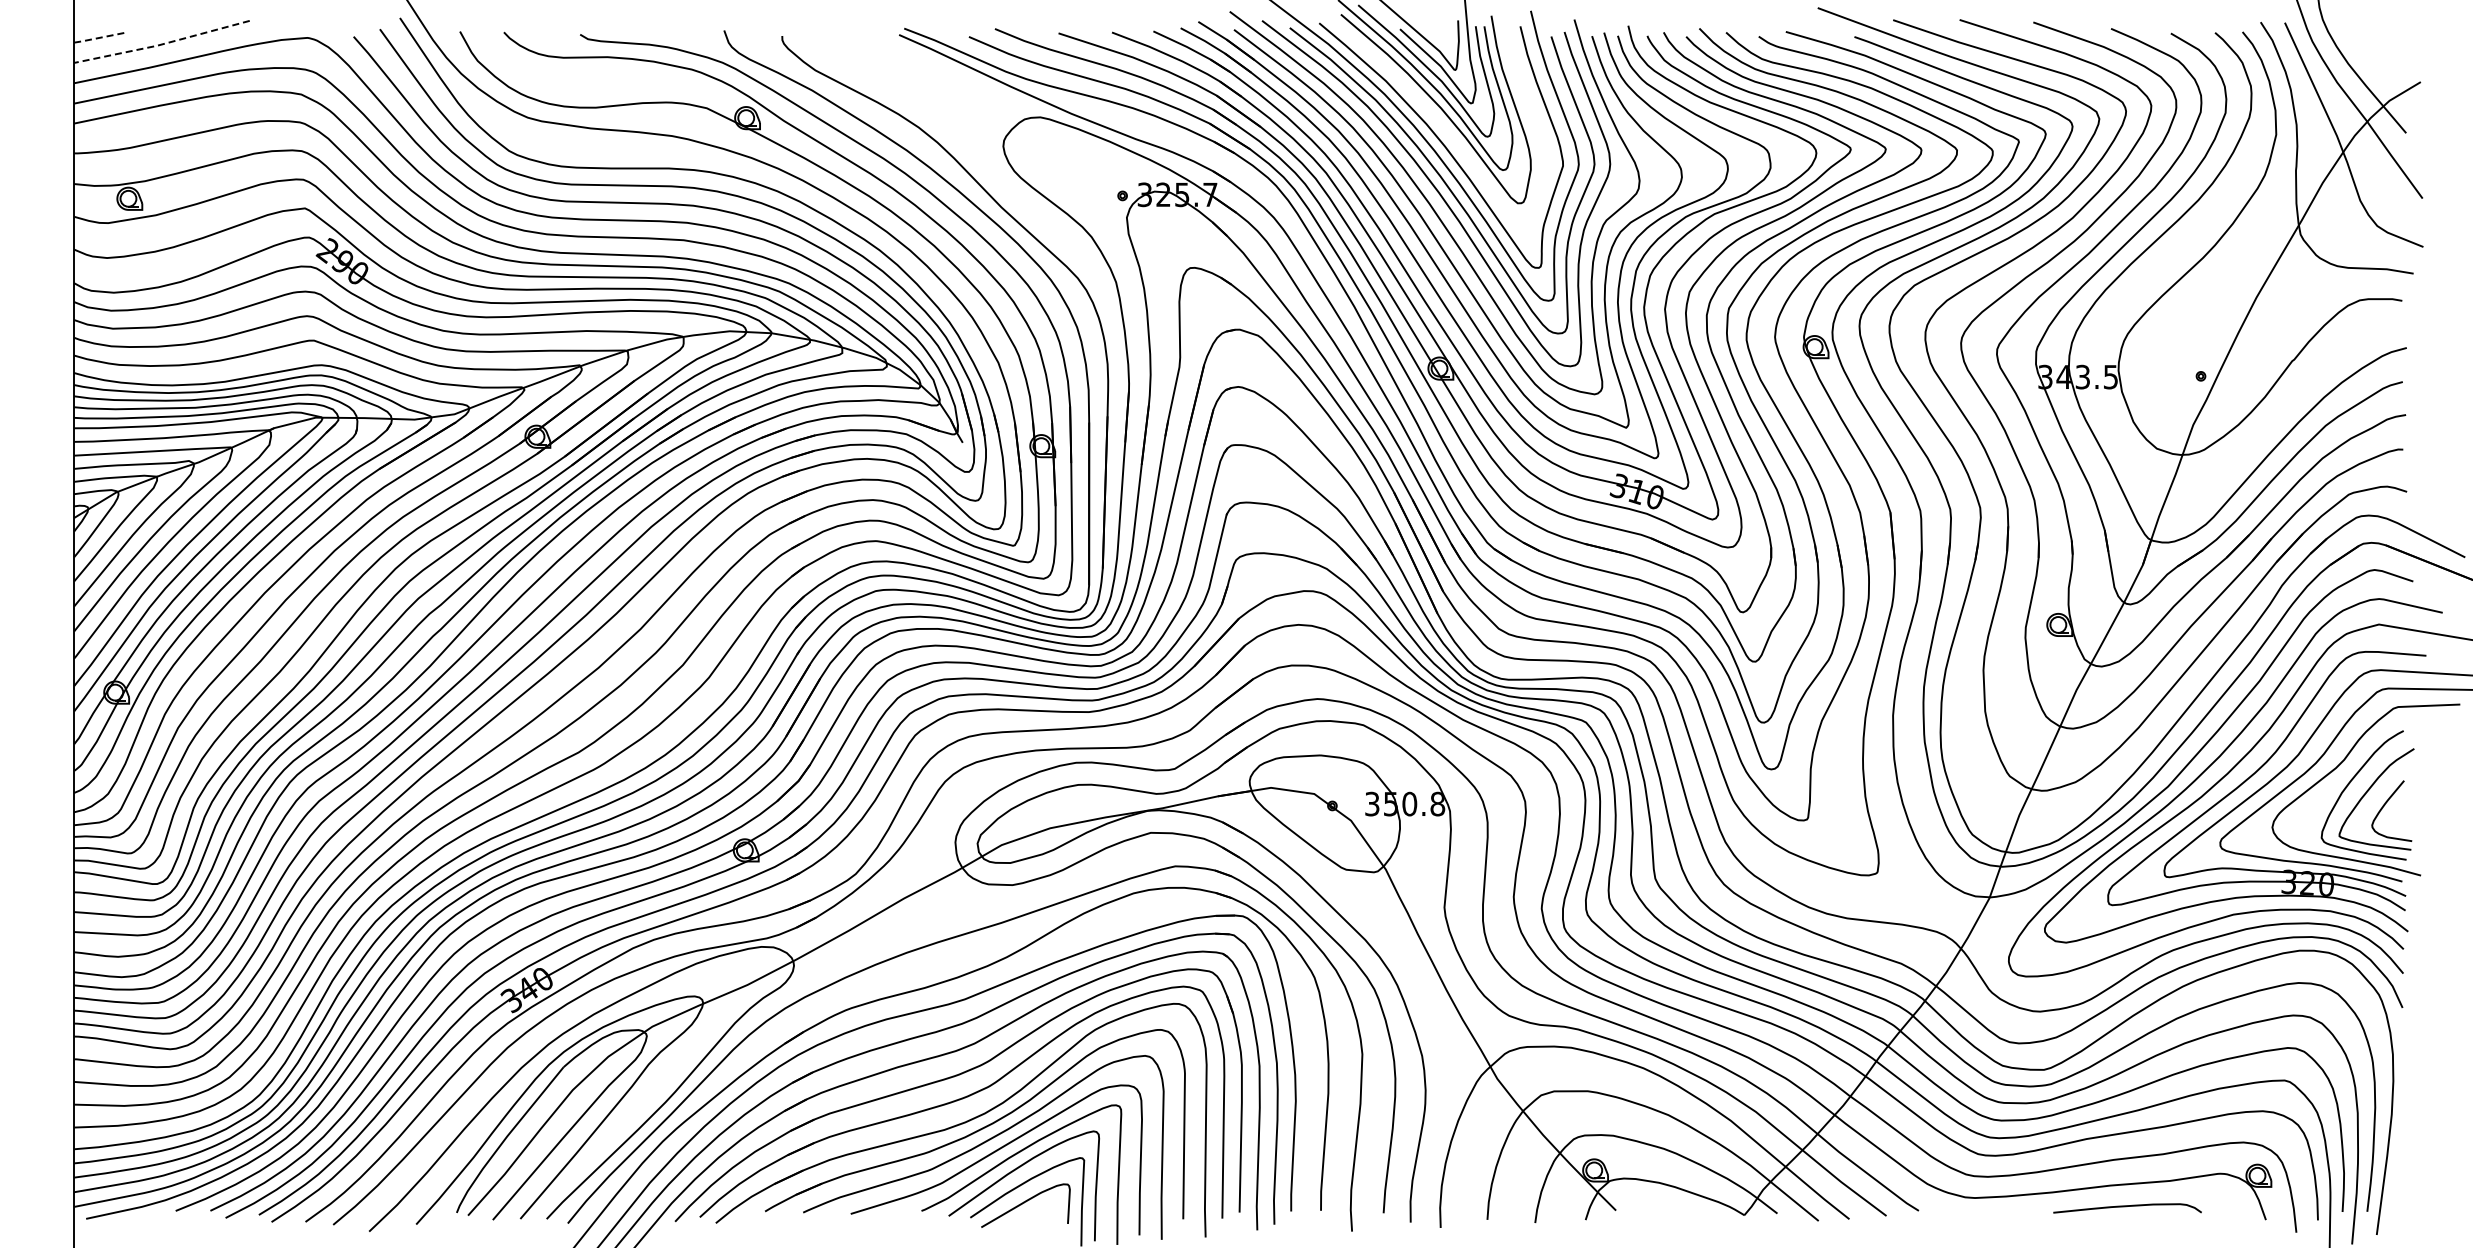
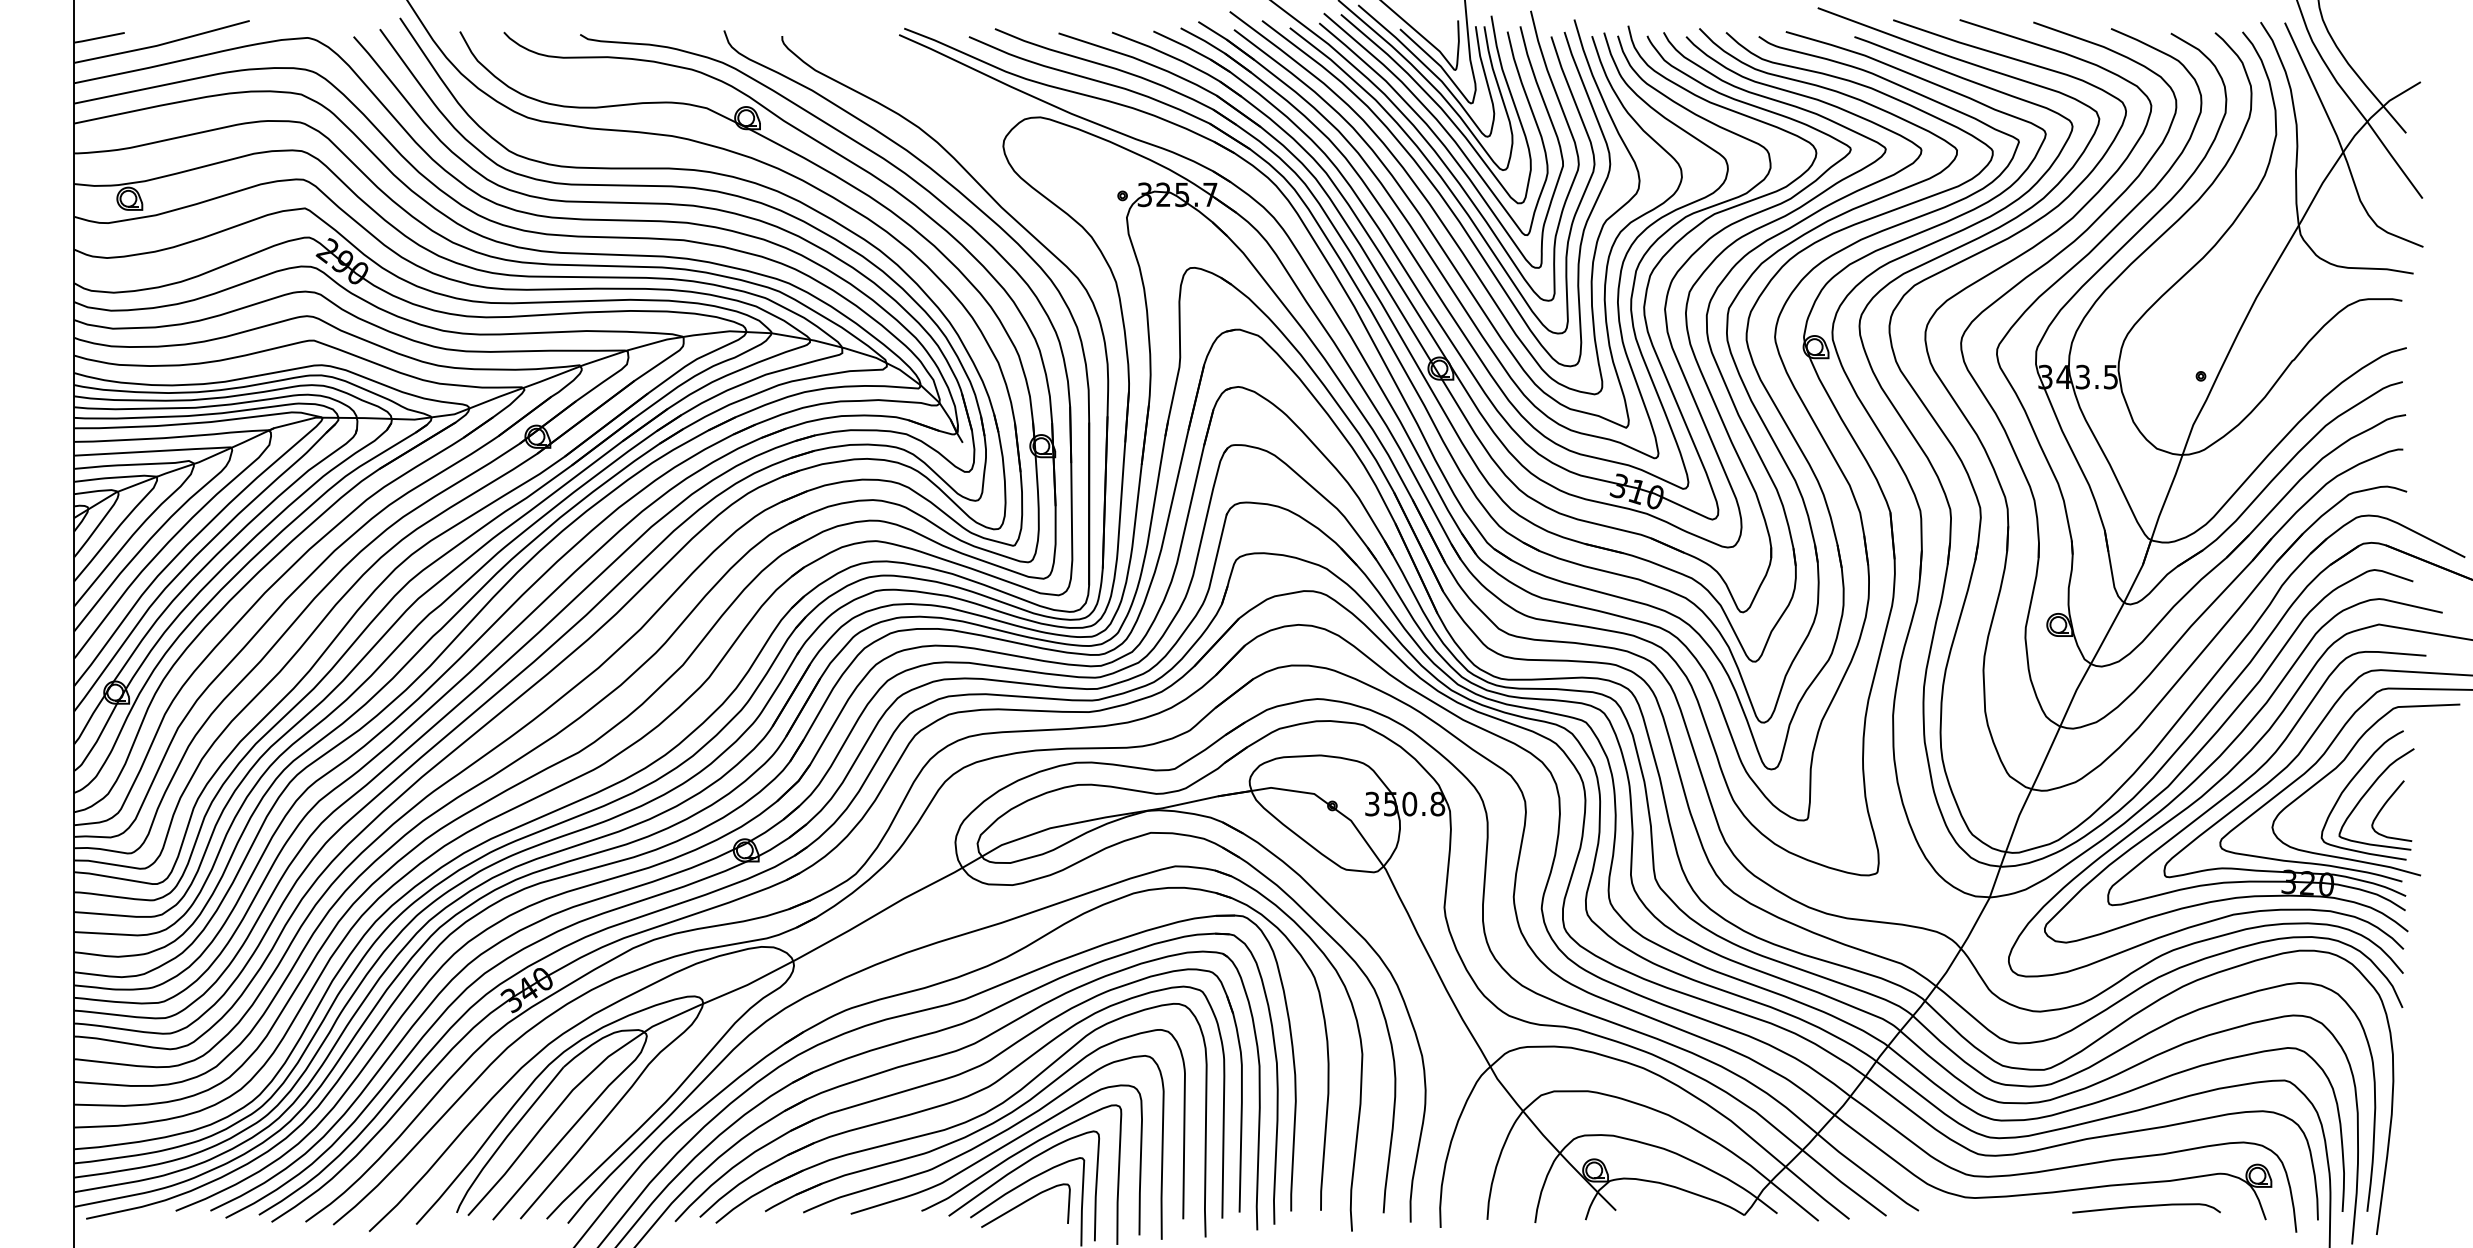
line at (99, 37): dashed -> solid
line at (161, 44): dashed -> solid
curve at (1437, 122): none -> present
curve at (2126, 1207) position: (2126, 1207) -> (2145, 1207)
